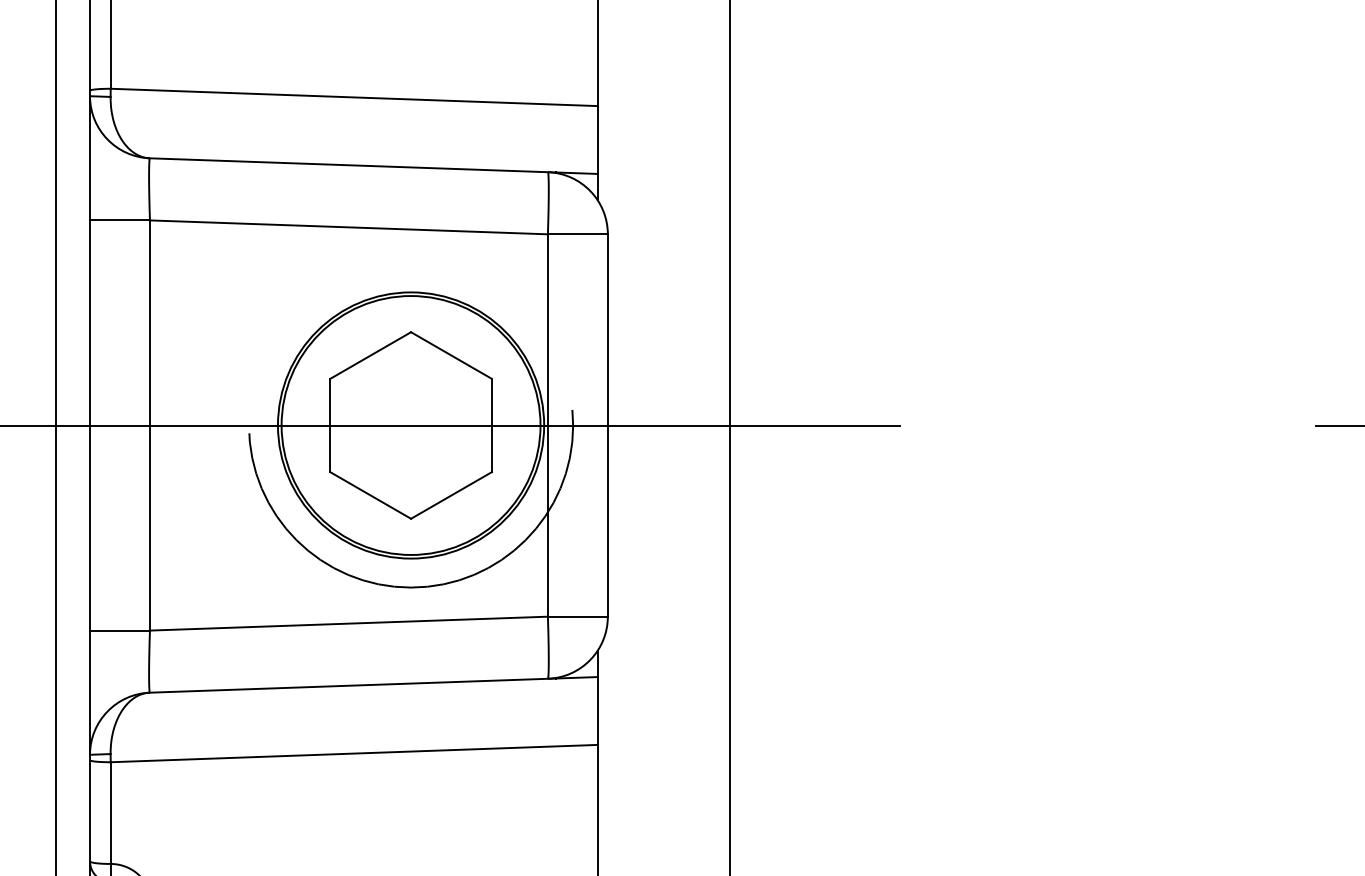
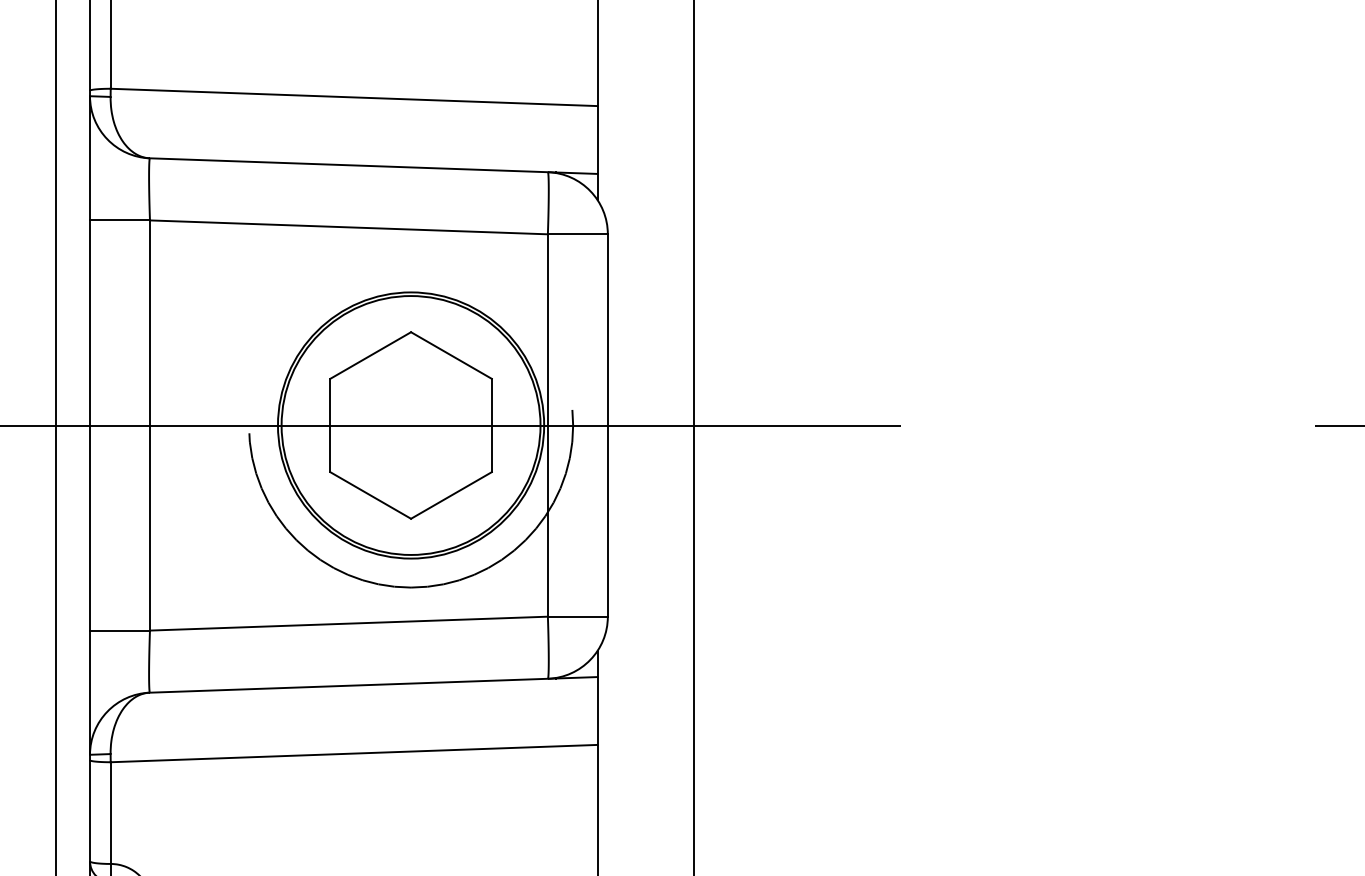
line at (730, 437) position: (730, 437) -> (694, 437)
